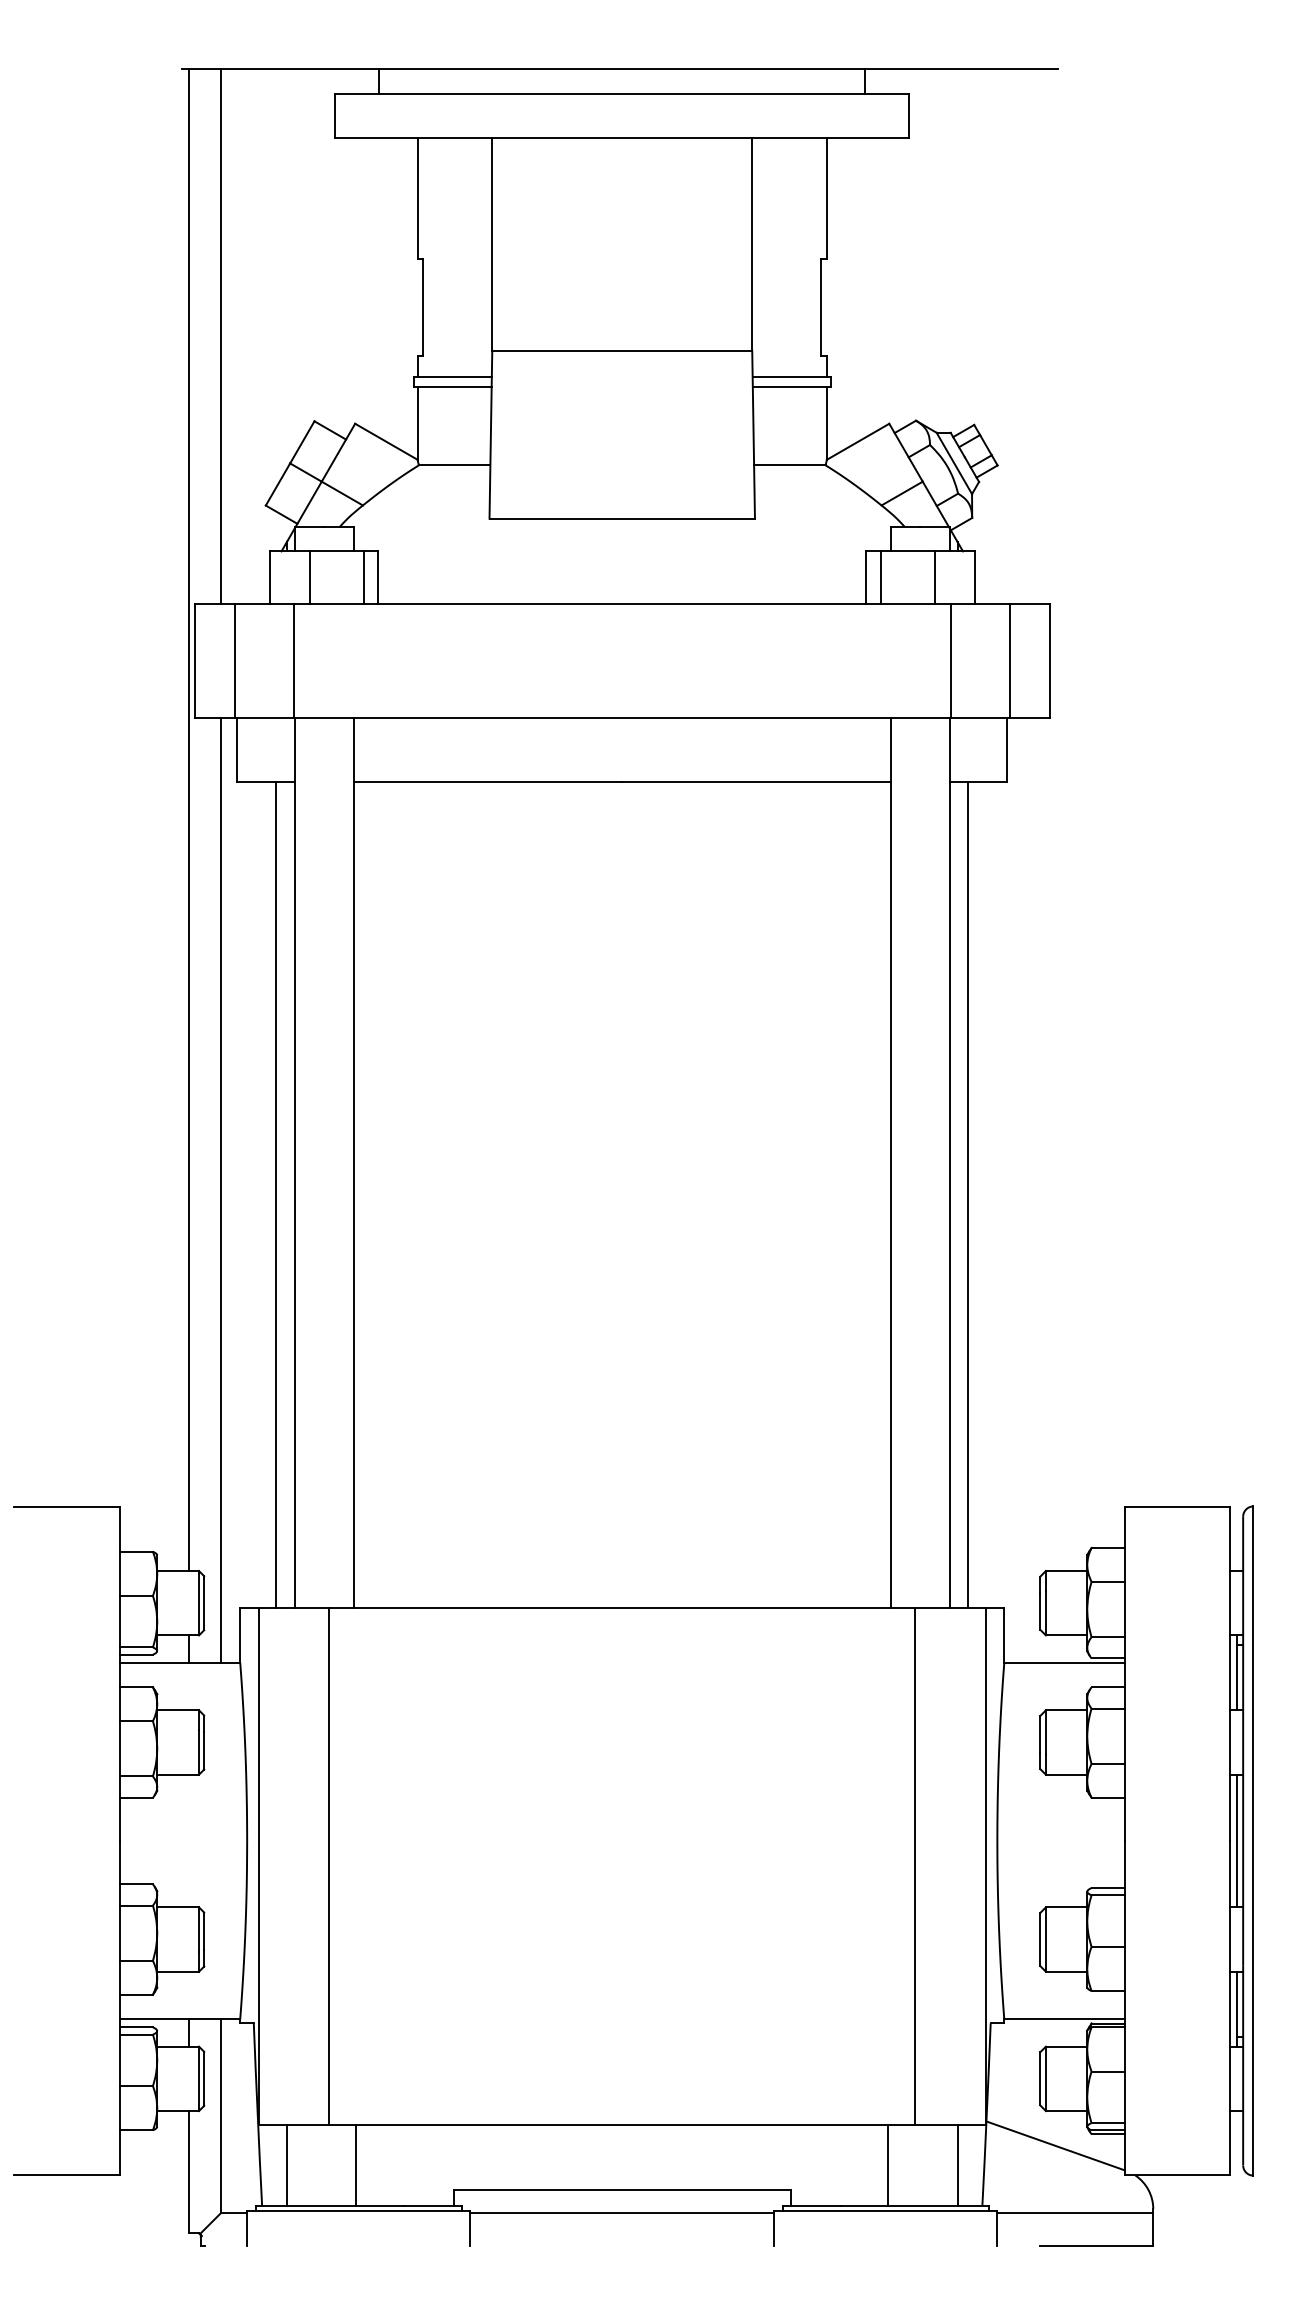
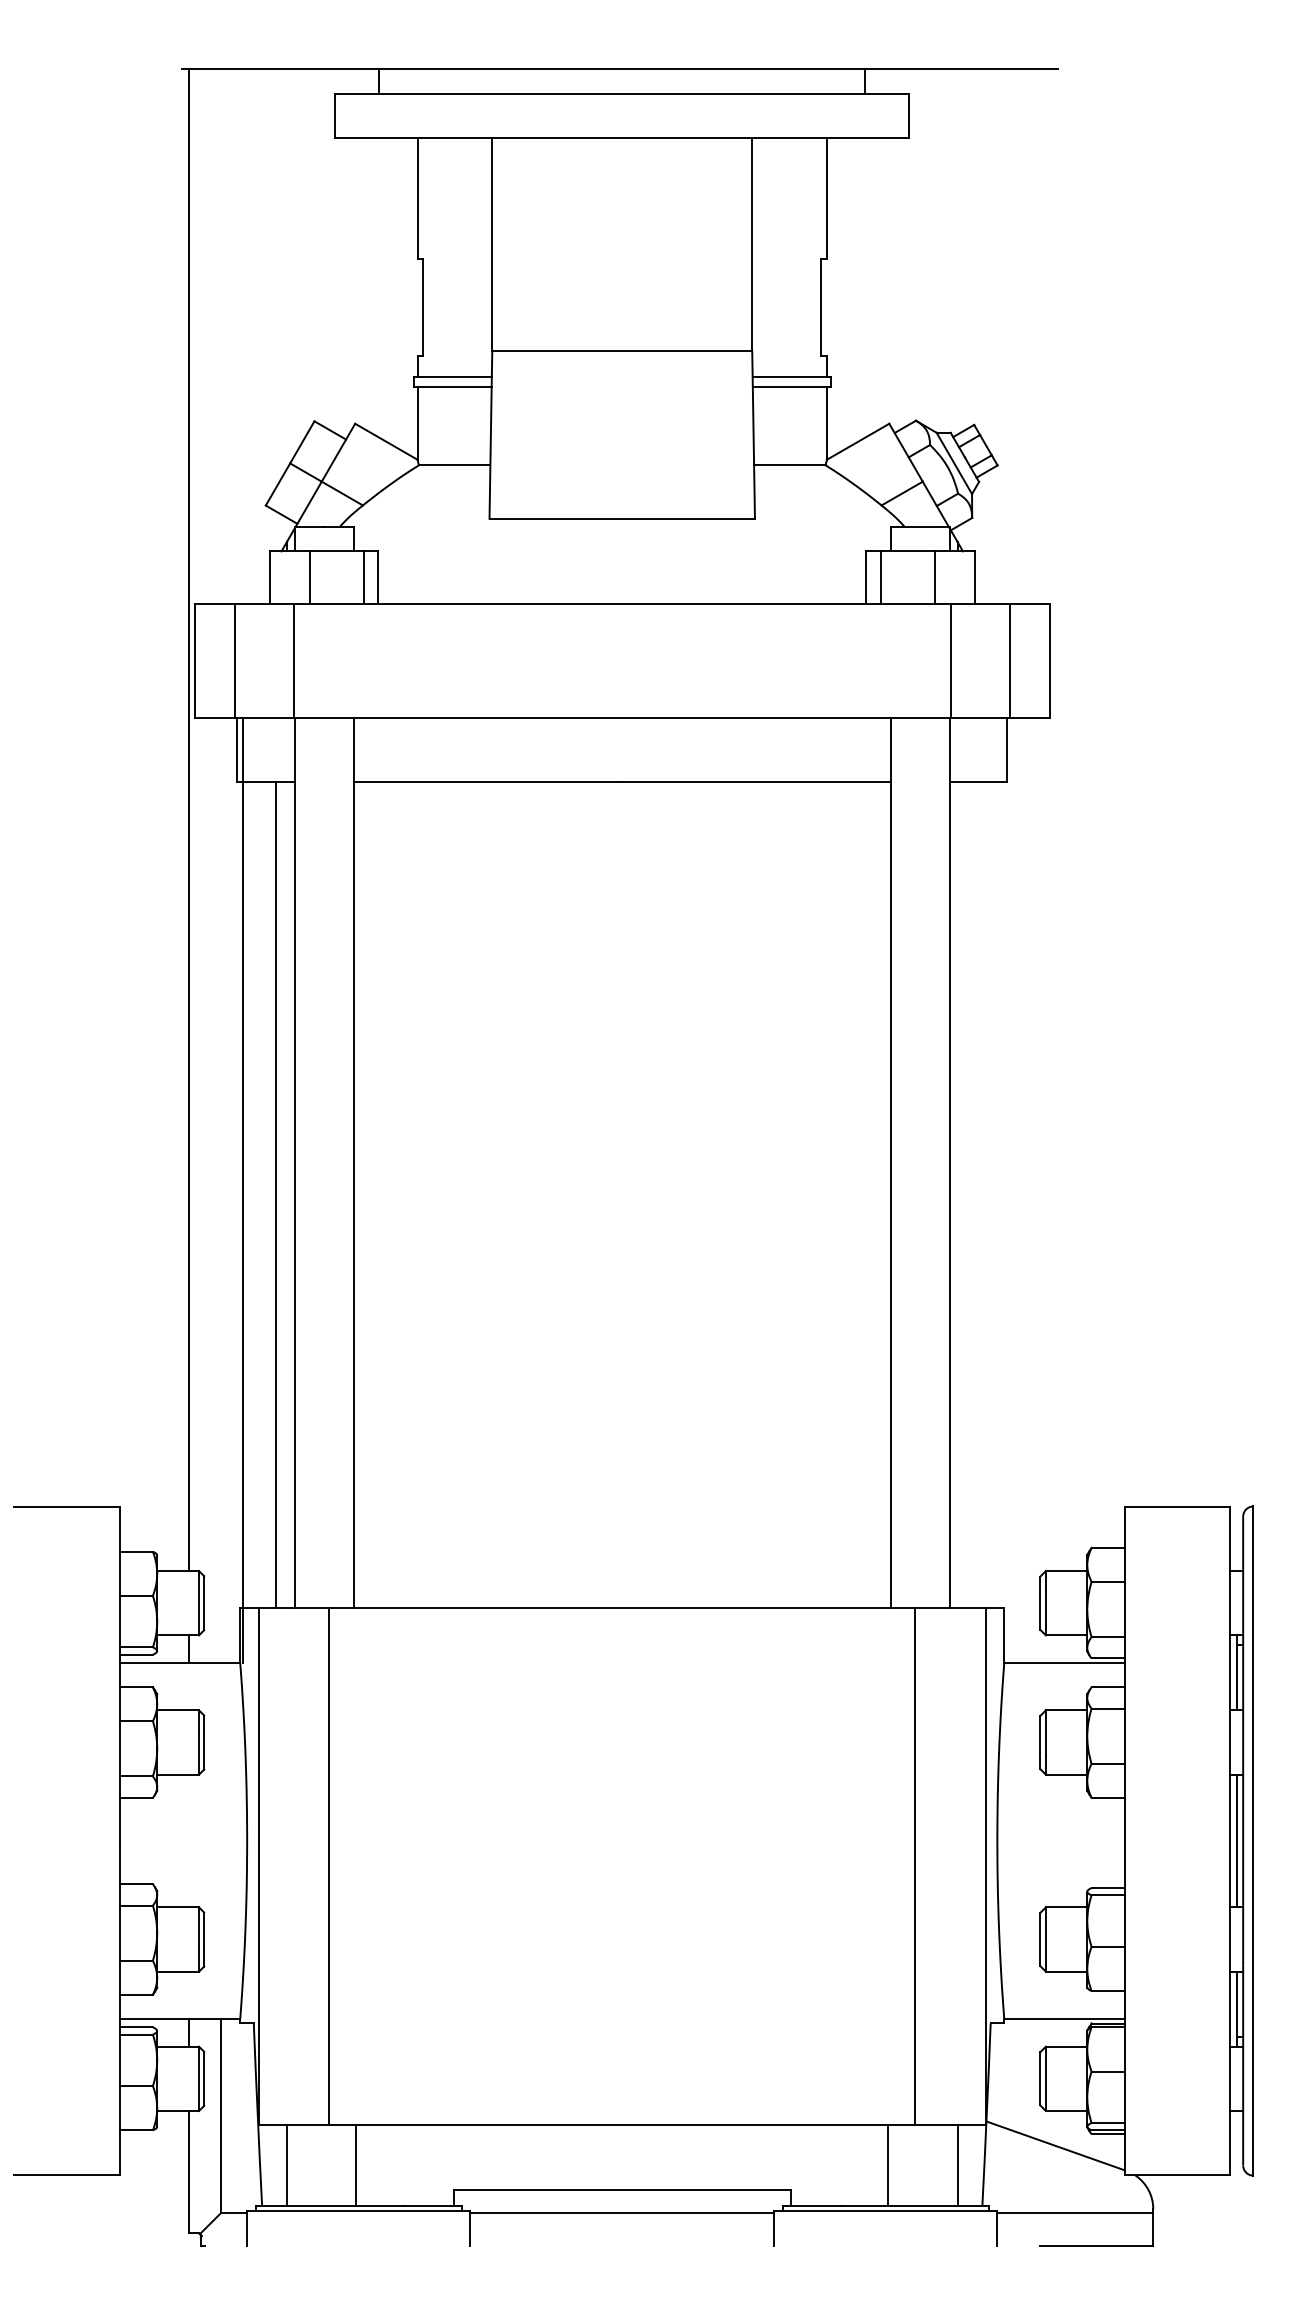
line at (220, 336): present -> none
line at (220, 1189) position: (220, 1189) -> (242, 1189)
line at (968, 1194): present -> none
